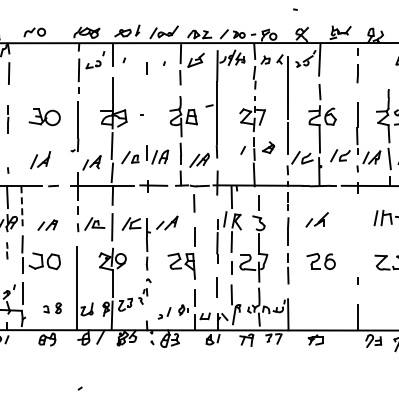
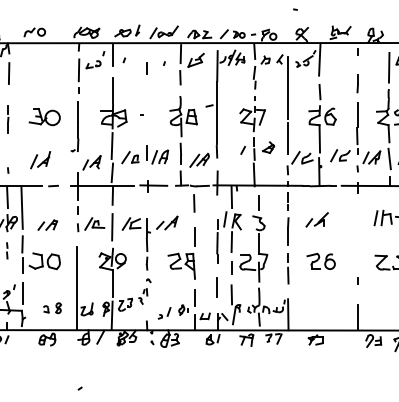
line at (388, 67): none -> present
line at (357, 73) position: (357, 73) -> (357, 83)
line at (22, 208): dashed -> solid
